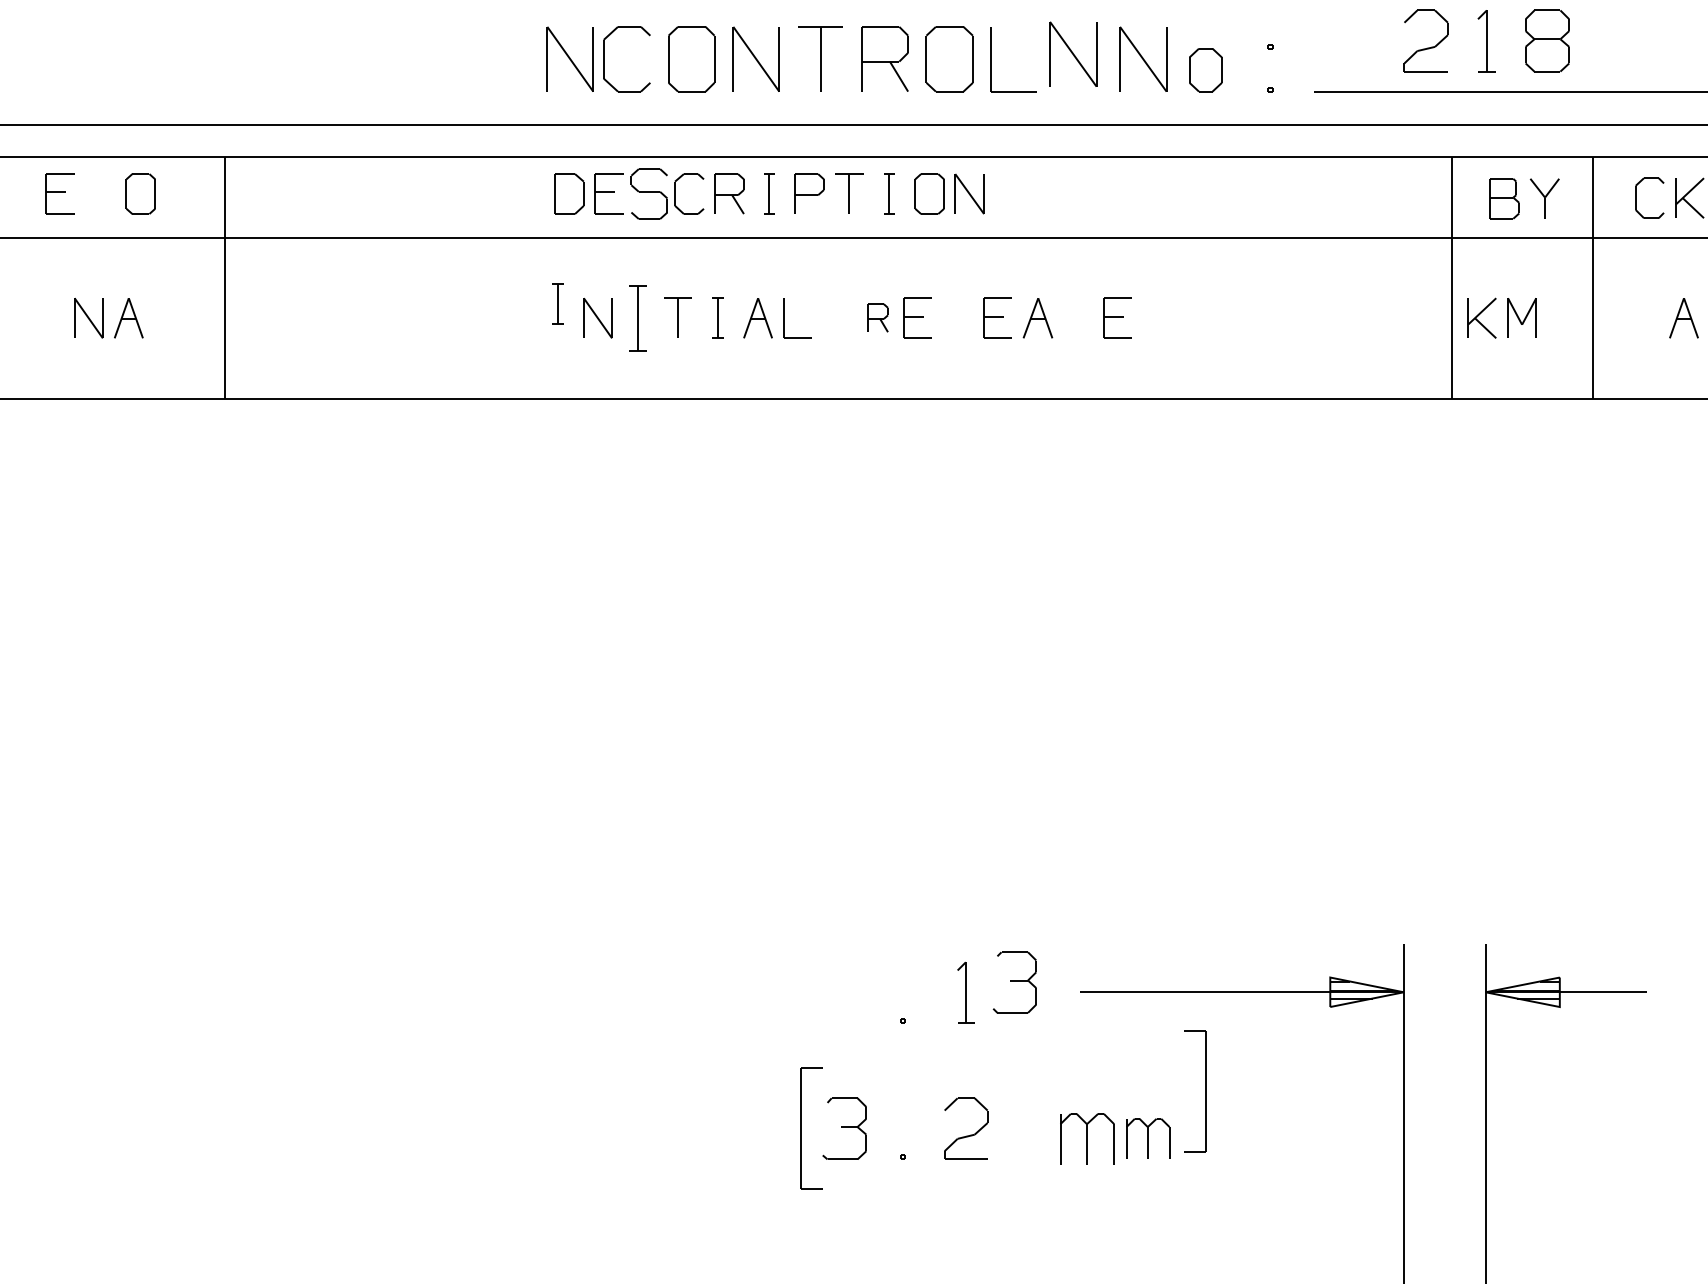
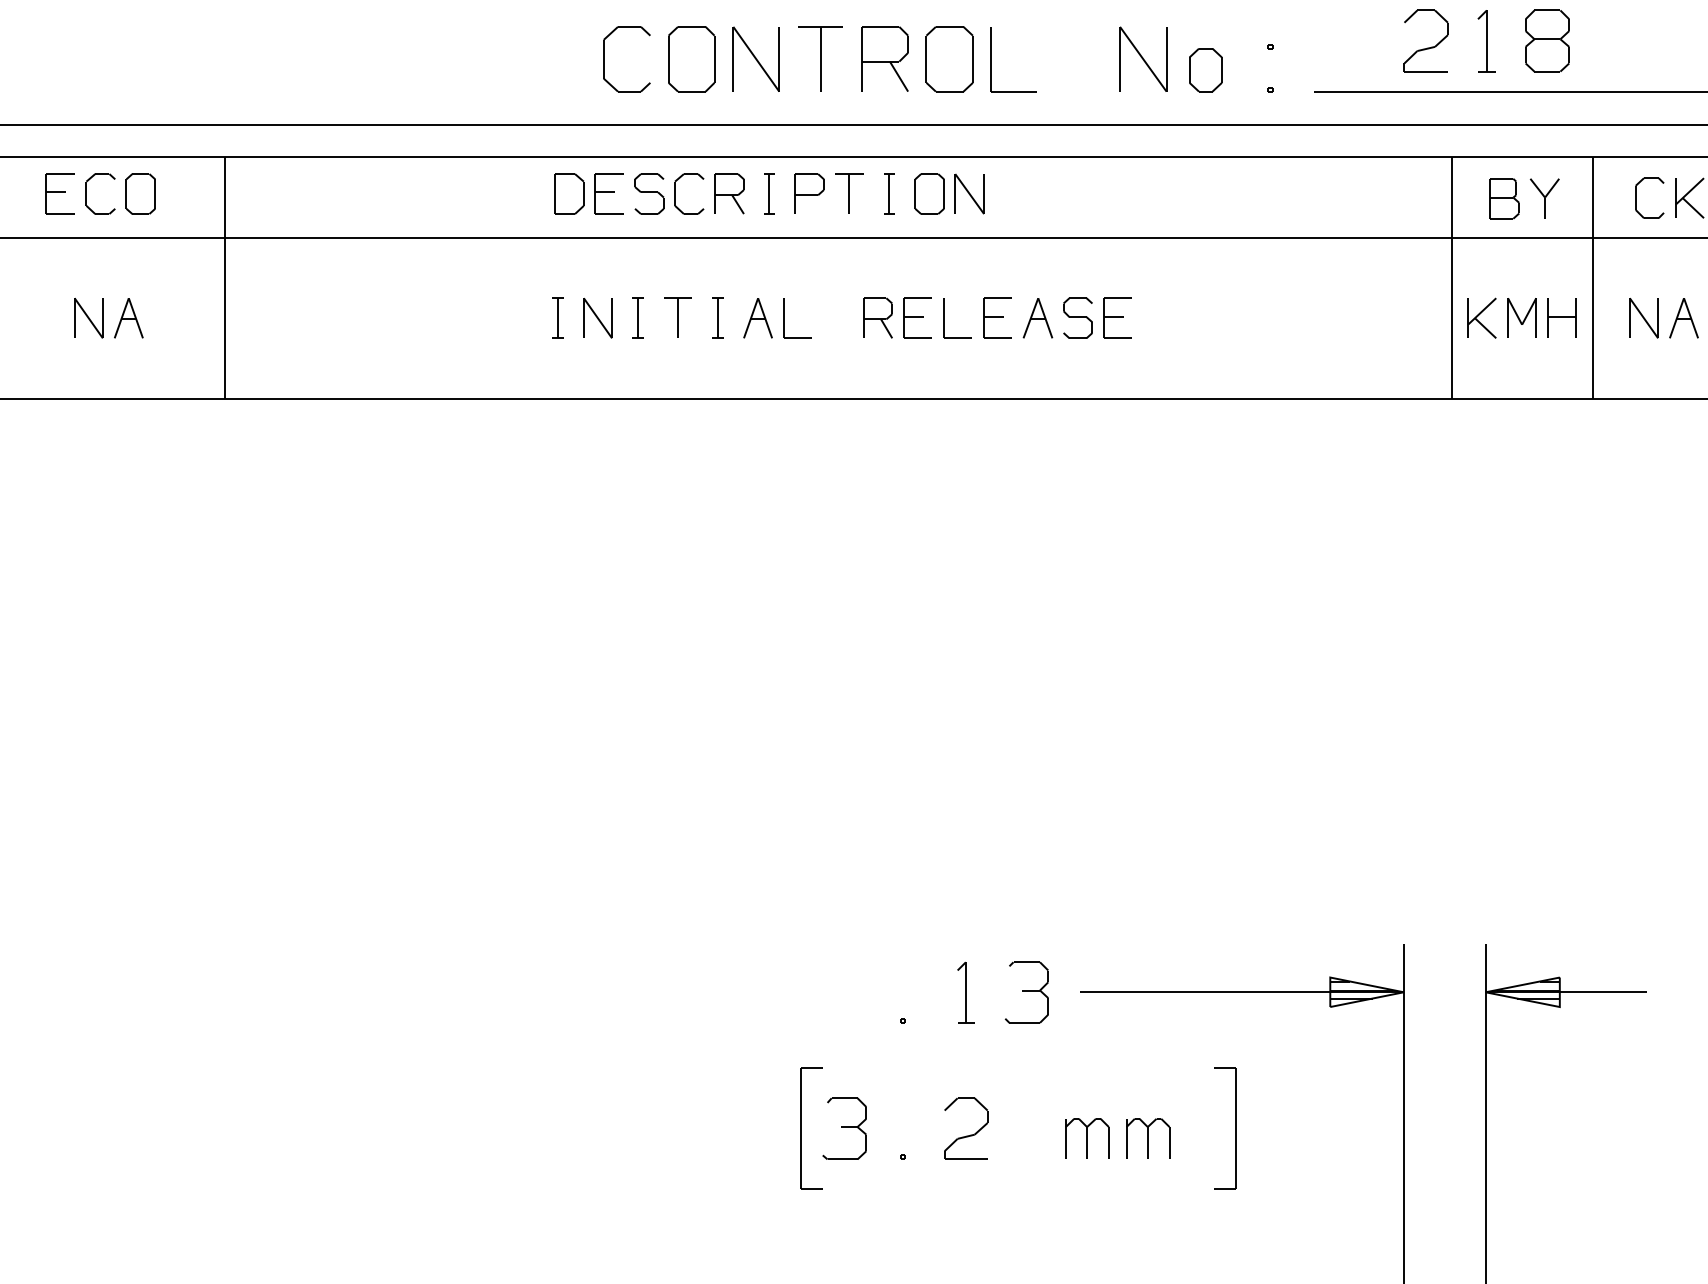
part at (1073, 53): present -> none
part at (569, 58): present -> none
part at (86, 193): none -> present
part at (648, 193) size: 38x52 px -> 31x42 px
part at (557, 303) position: (557, 303) -> (557, 317)
part at (877, 317) size: 22x30 px -> 30x42 px
part at (1077, 317): none -> present
part at (1561, 317): none -> present
part at (637, 318) size: 18x67 px -> 12x42 px
part at (944, 318): none -> present
part at (1643, 318): none -> present
part at (1014, 982) position: (1014, 982) -> (1026, 992)
part at (1205, 1091) position: (1205, 1091) -> (1235, 1128)
part at (1087, 1138) size: 55x52 px -> 45x41 px
